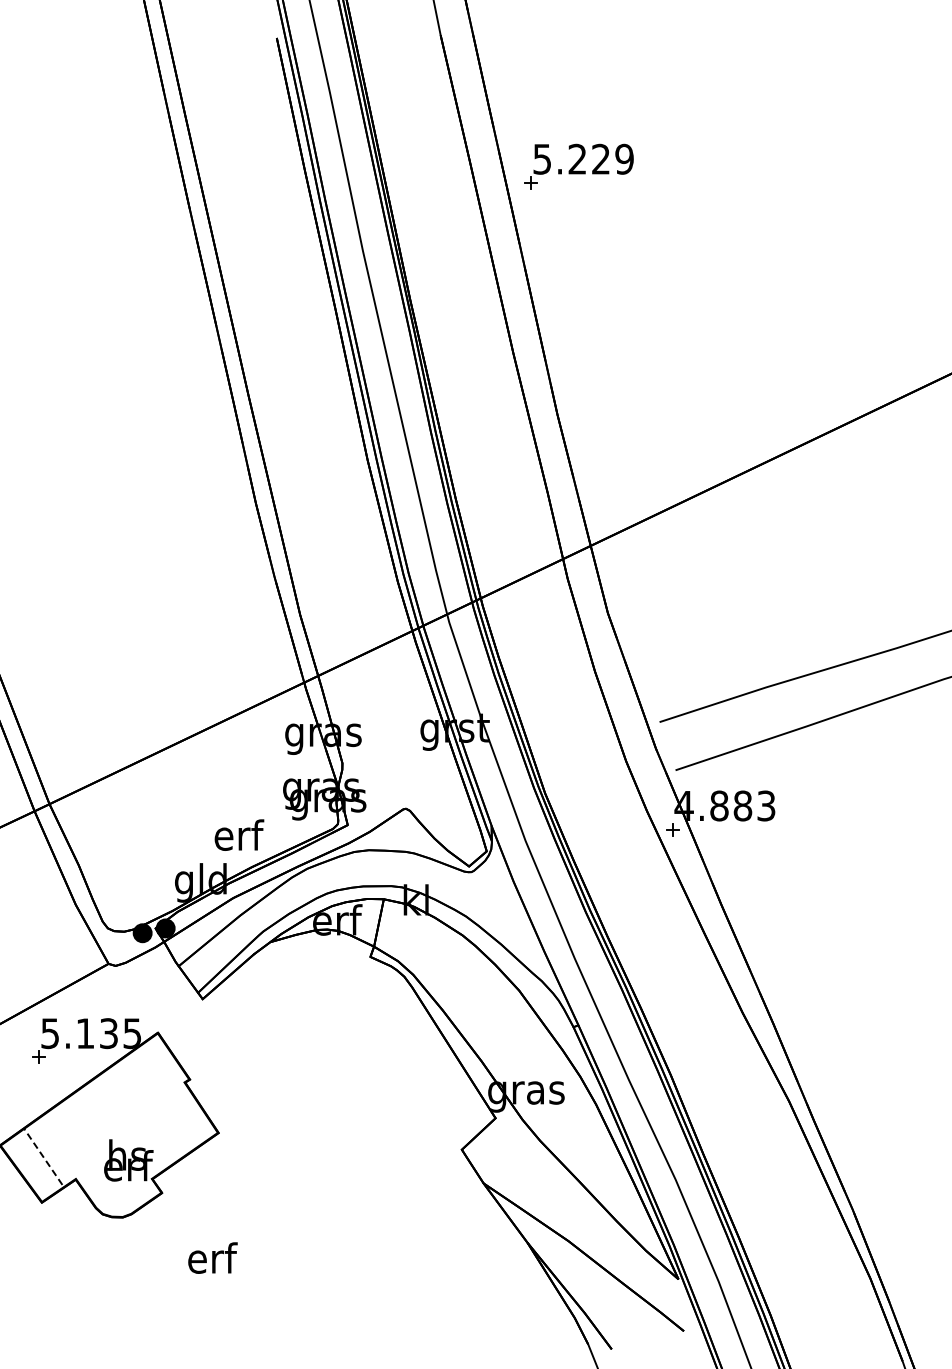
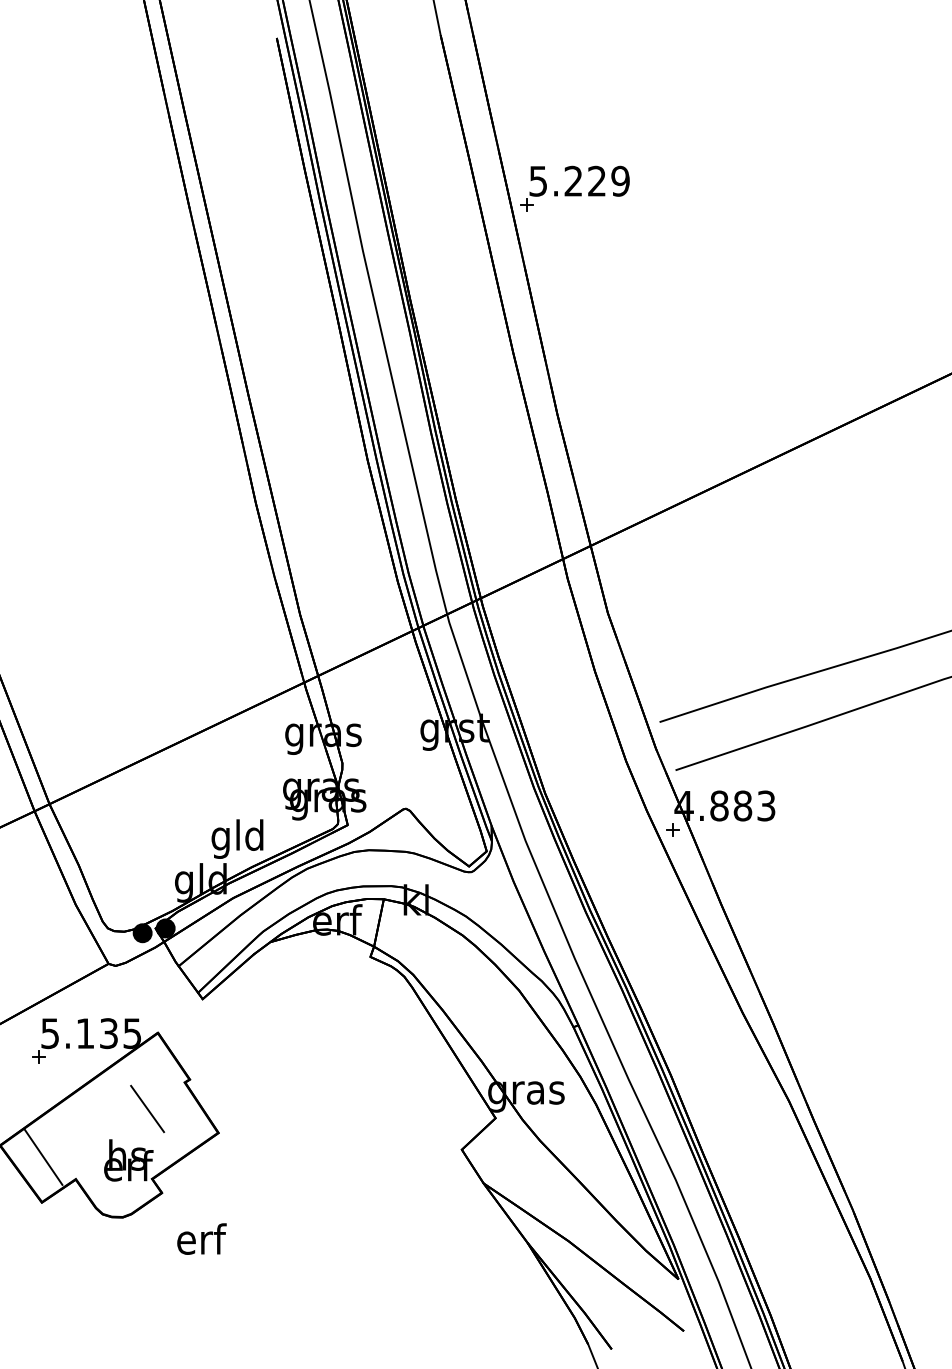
part at (578, 166) position: (578, 166) -> (574, 188)
text at (237, 838): erf -> gld
line at (147, 1108): none -> present
line at (43, 1156): dashed -> solid
text at (212, 1257) position: (212, 1257) -> (201, 1238)
